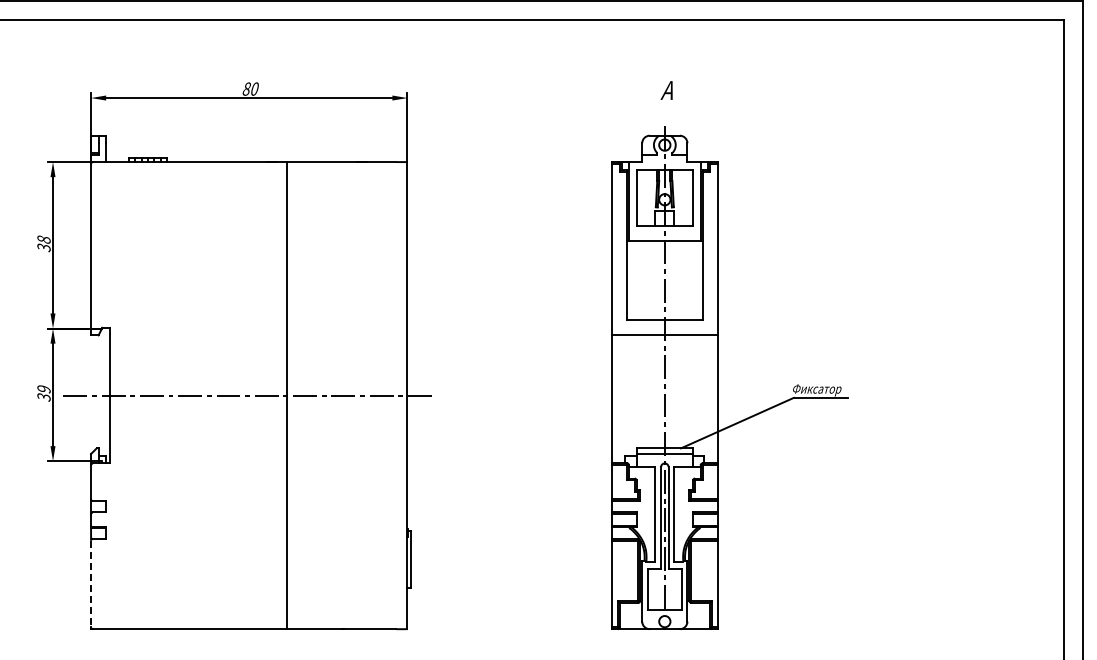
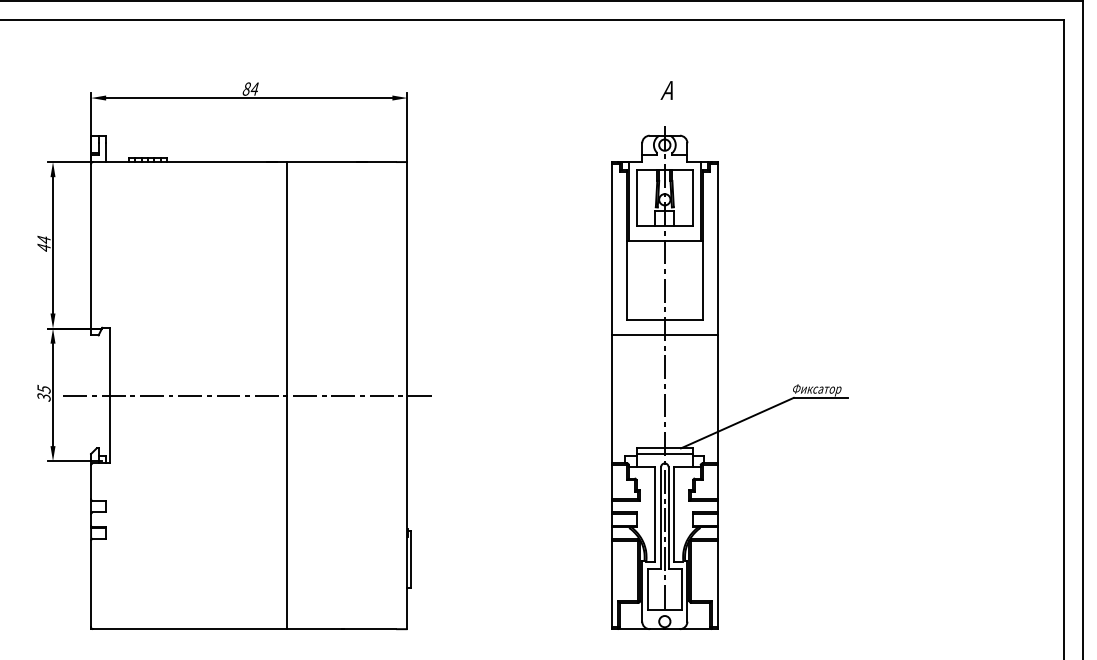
text at (254, 88): 80 -> 84
text at (43, 243): 38 -> 44
text at (43, 388): 39 -> 35
line at (91, 584): dashed -> solid
